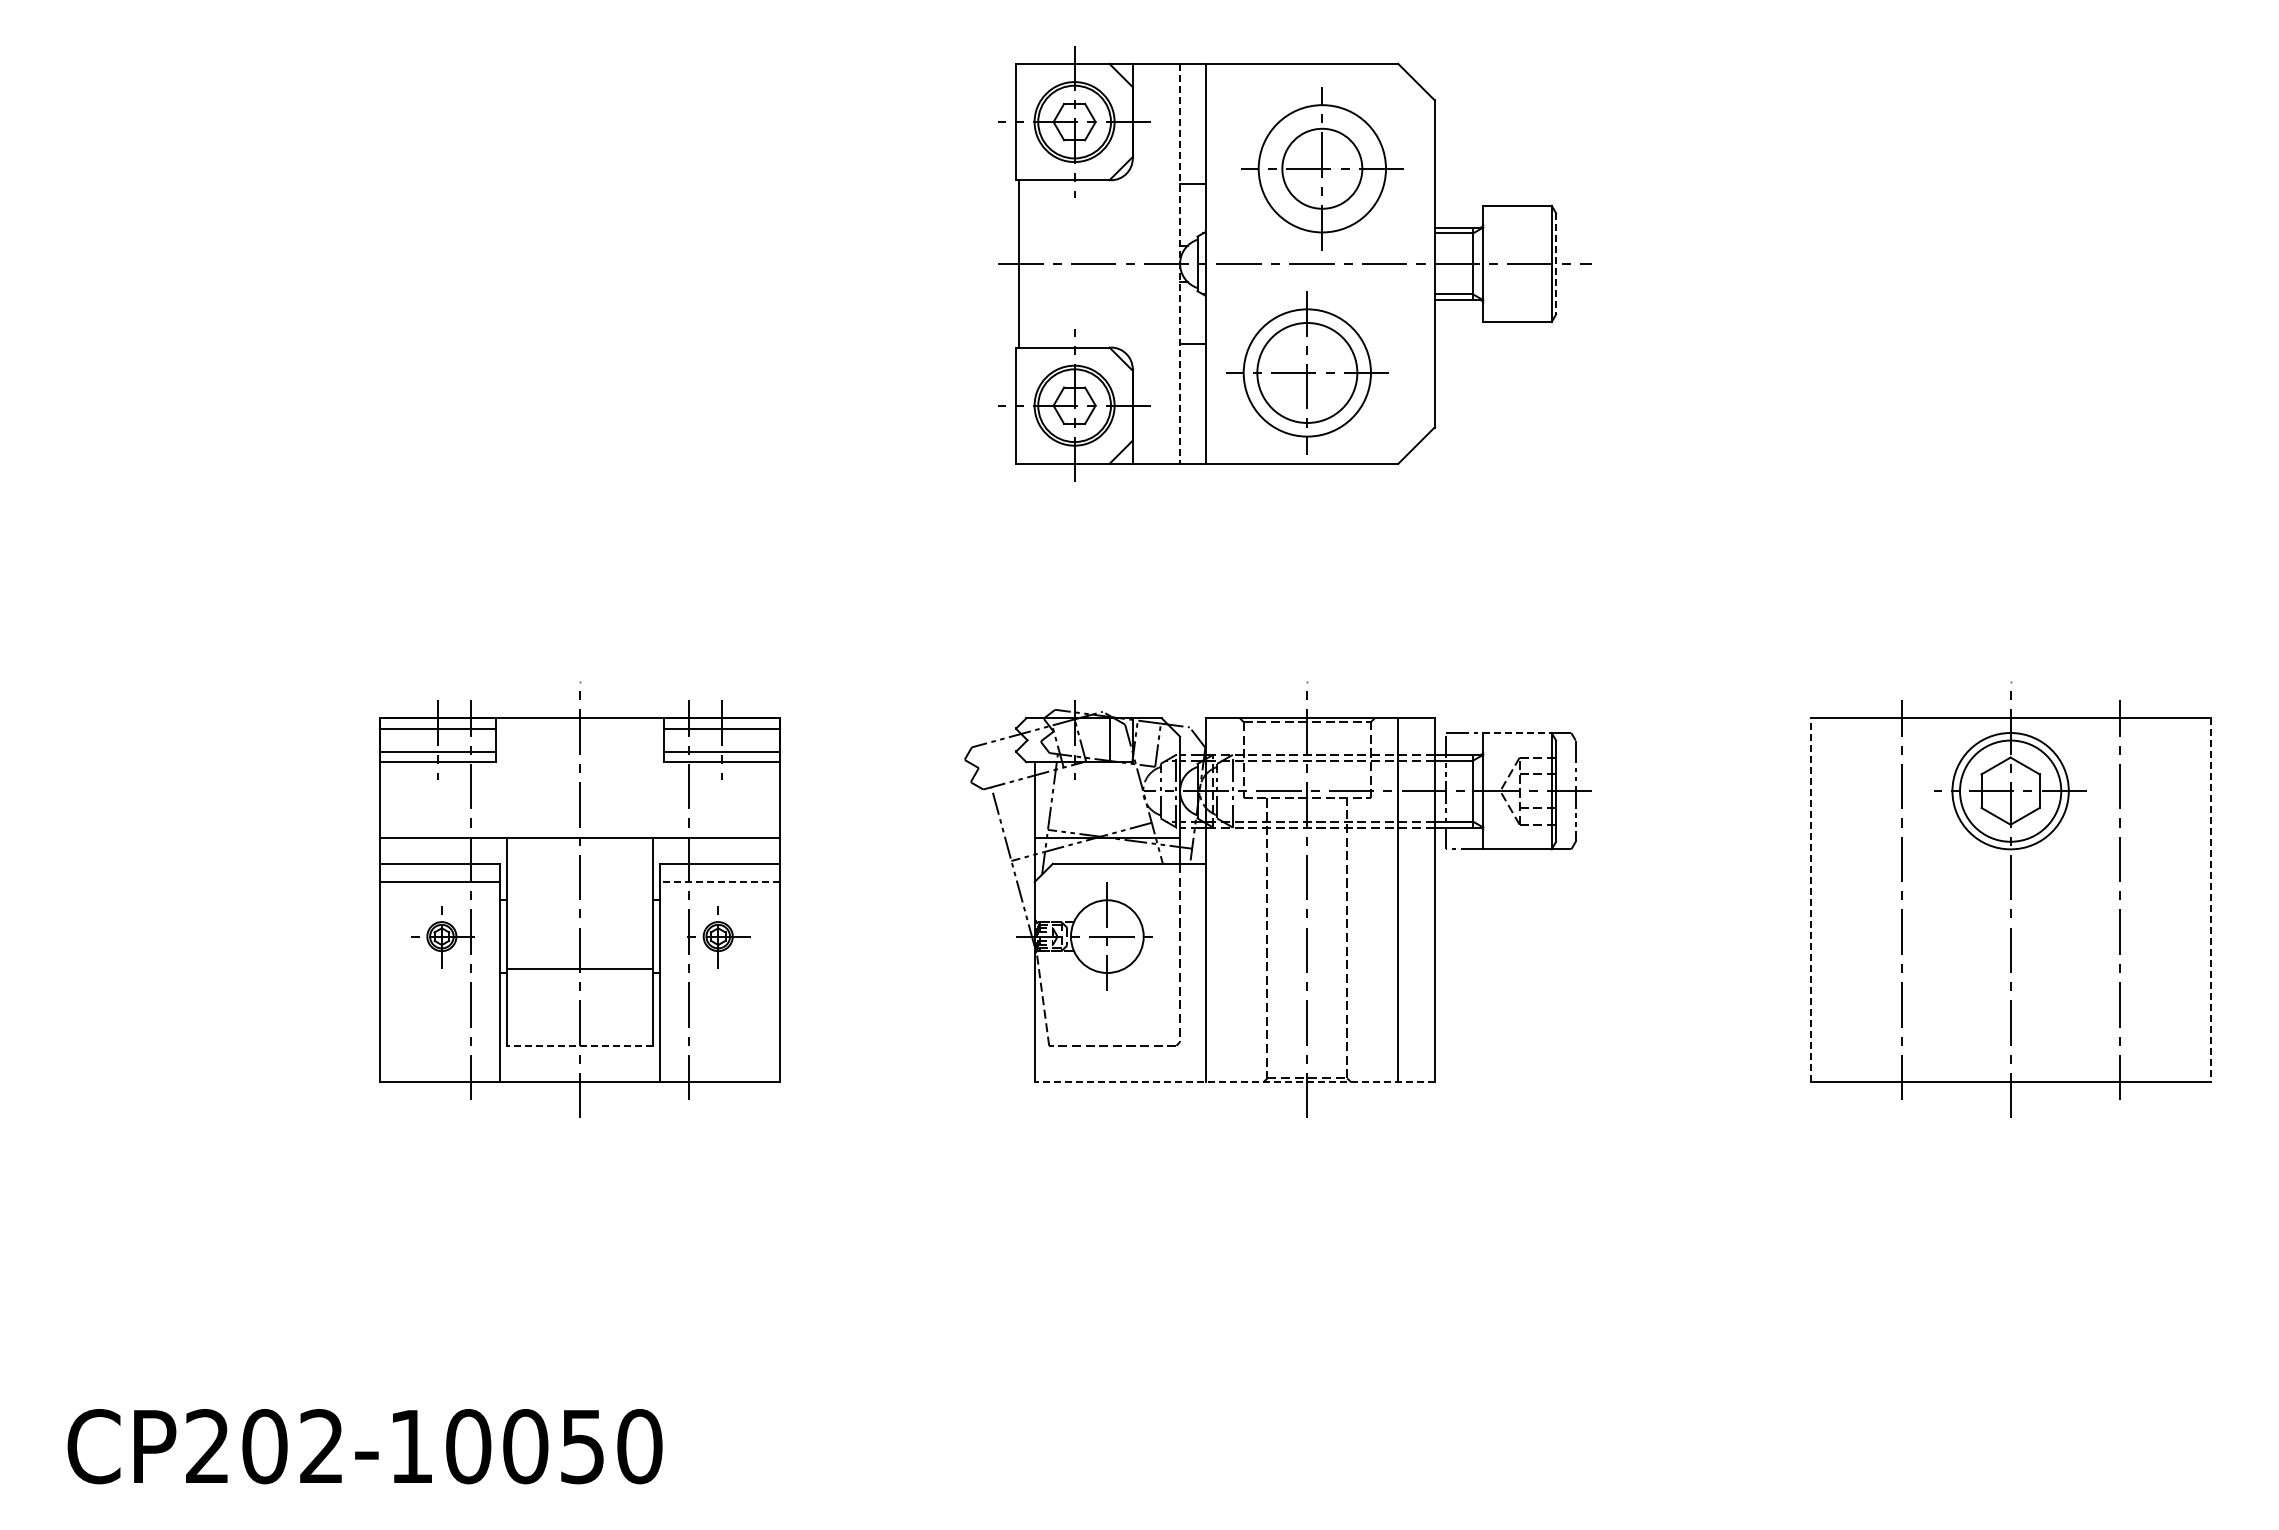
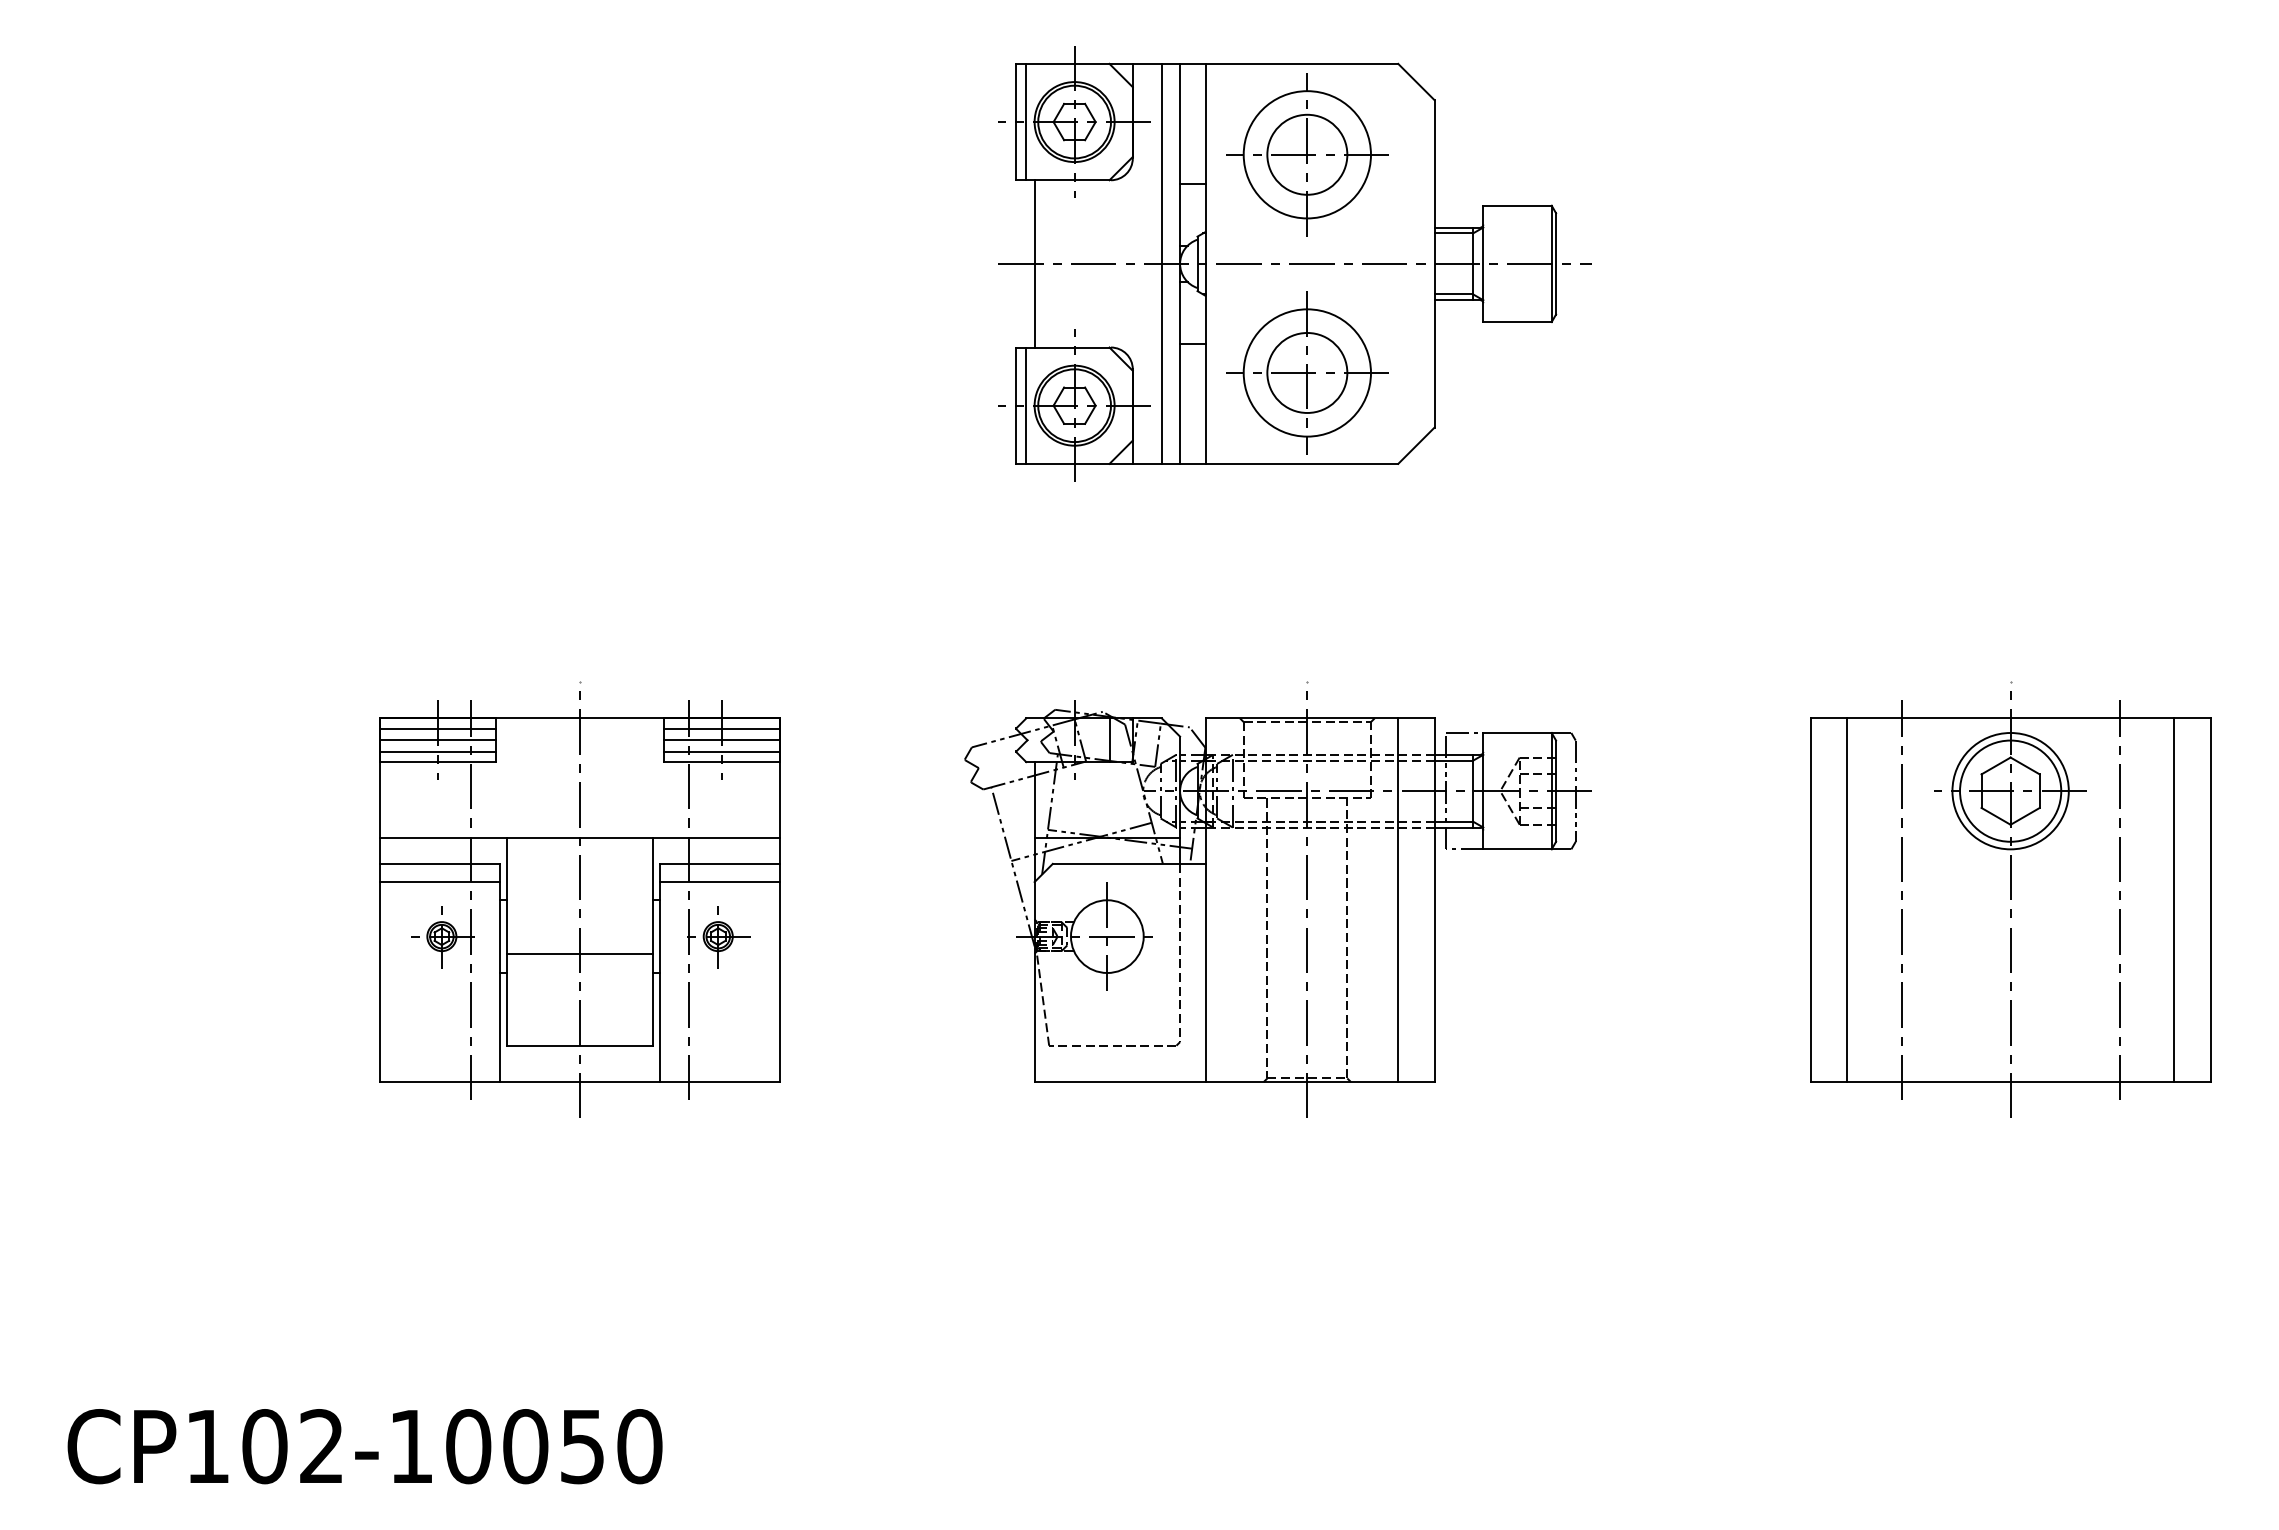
line at (1026, 121): none -> present
part at (1322, 168) position: (1322, 168) -> (1307, 154)
line at (1018, 263) position: (1018, 263) -> (1034, 263)
line at (1161, 263): none -> present
line at (1556, 263): dashed -> solid
line at (1180, 264): dashed -> solid
circle at (1307, 372) diameter: 100 px -> 80 px
line at (1026, 405): none -> present
line at (1518, 732): dashed -> solid
line at (438, 740): none -> present
line at (721, 740): none -> present
line at (719, 882): dashed -> solid
line at (1810, 900): dashed -> solid
line at (1846, 900): none -> present
line at (2174, 900): none -> present
line at (2210, 900): dashed -> solid
line at (579, 968) position: (579, 968) -> (579, 953)
line at (580, 1045): dashed -> solid
line at (1234, 1082): dashed -> solid
text at (207, 1445): CP202-10050 -> CP102-10050
